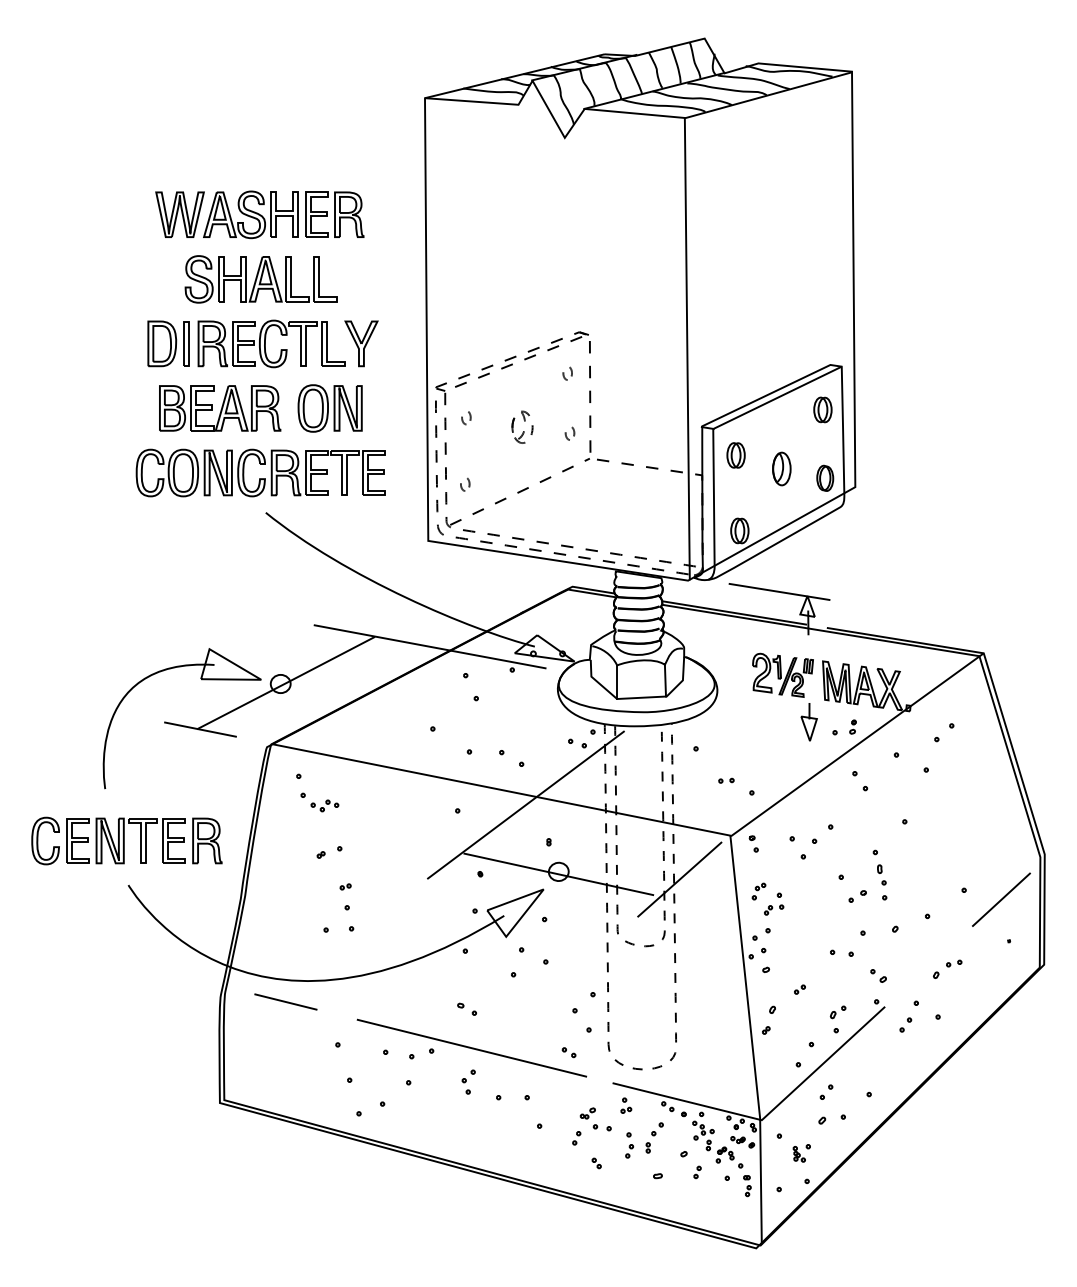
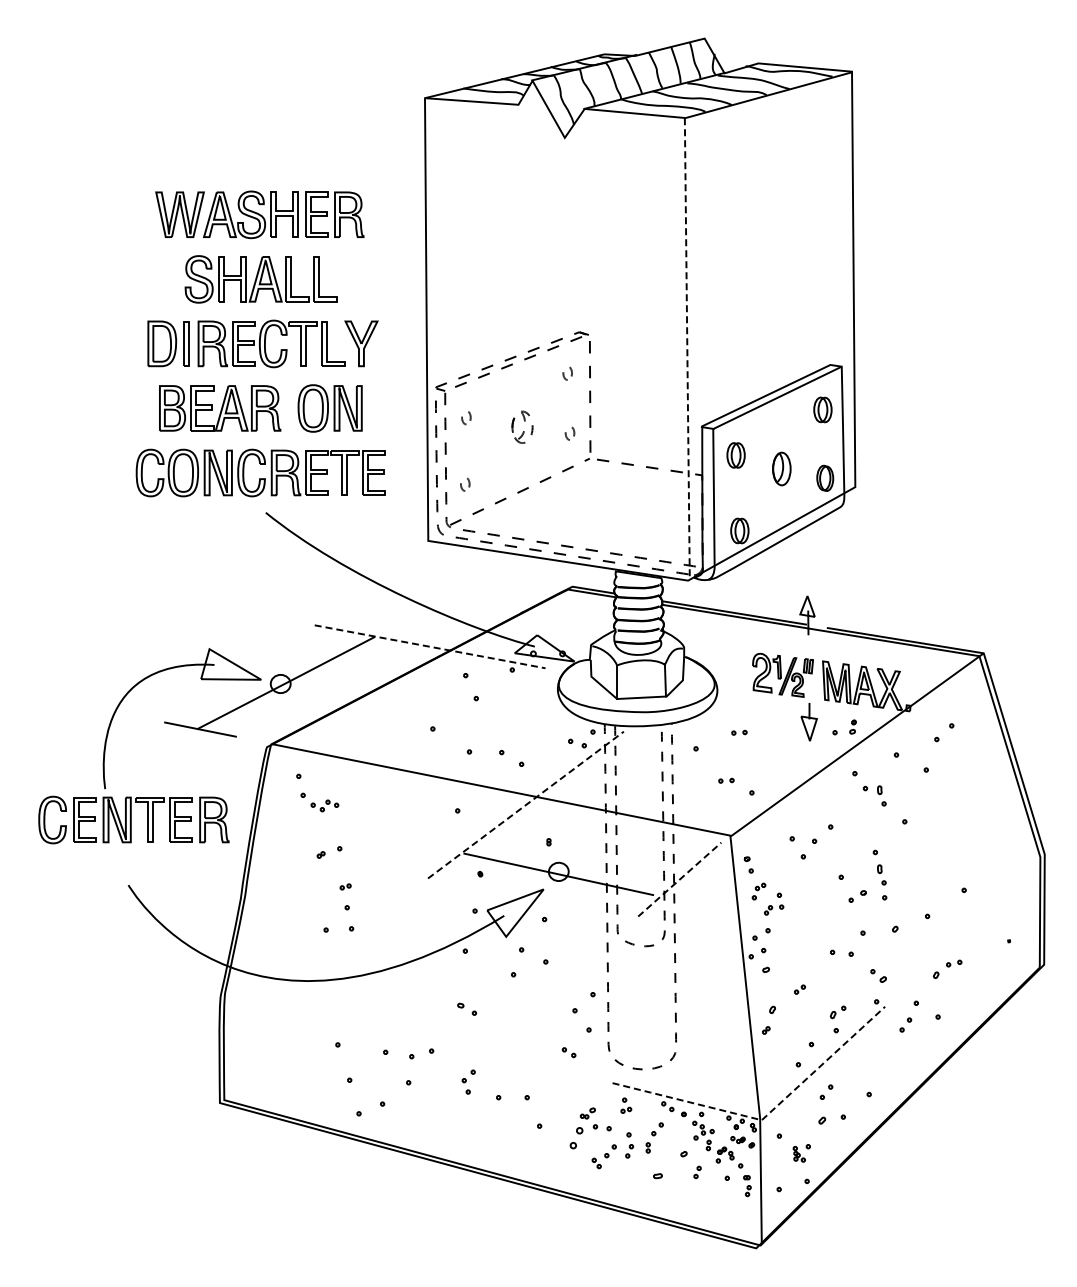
line at (687, 348): solid -> dashed
line at (779, 591): present -> none
line at (430, 646): solid -> dashed
part at (739, 732): none -> present
part at (881, 795): none -> present
line at (526, 804): solid -> dashed
part at (126, 840) position: (126, 840) -> (133, 819)
part at (753, 843) position: (753, 843) -> (748, 864)
line at (679, 879): solid -> dashed
line at (1000, 899): present -> none
line at (285, 1001): present -> none
line at (471, 1047): present -> none
line at (766, 1116): solid -> dashed
part at (576, 1138) size: 10x15 px -> 15x23 px
part at (610, 1151): none -> present
